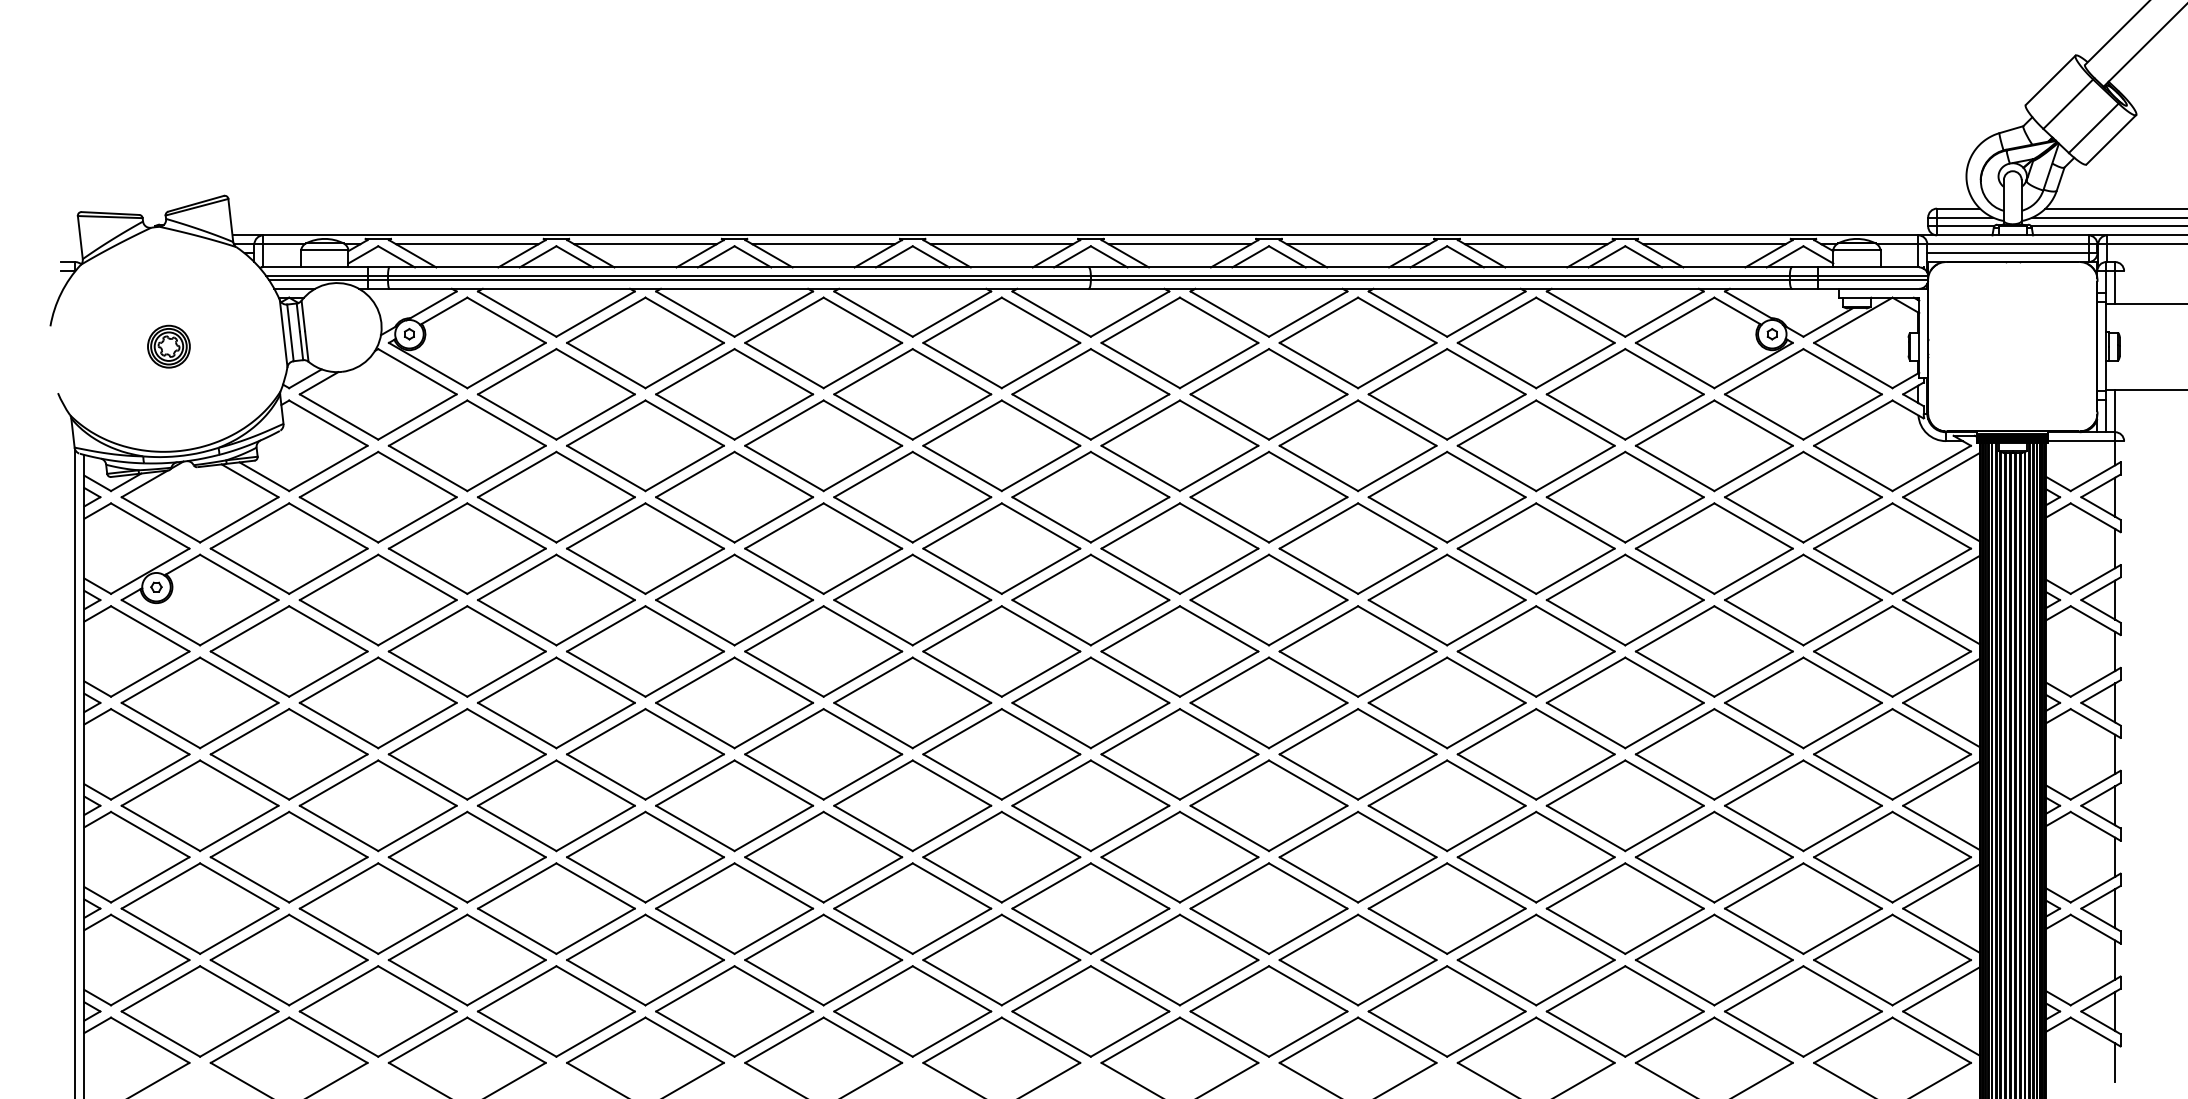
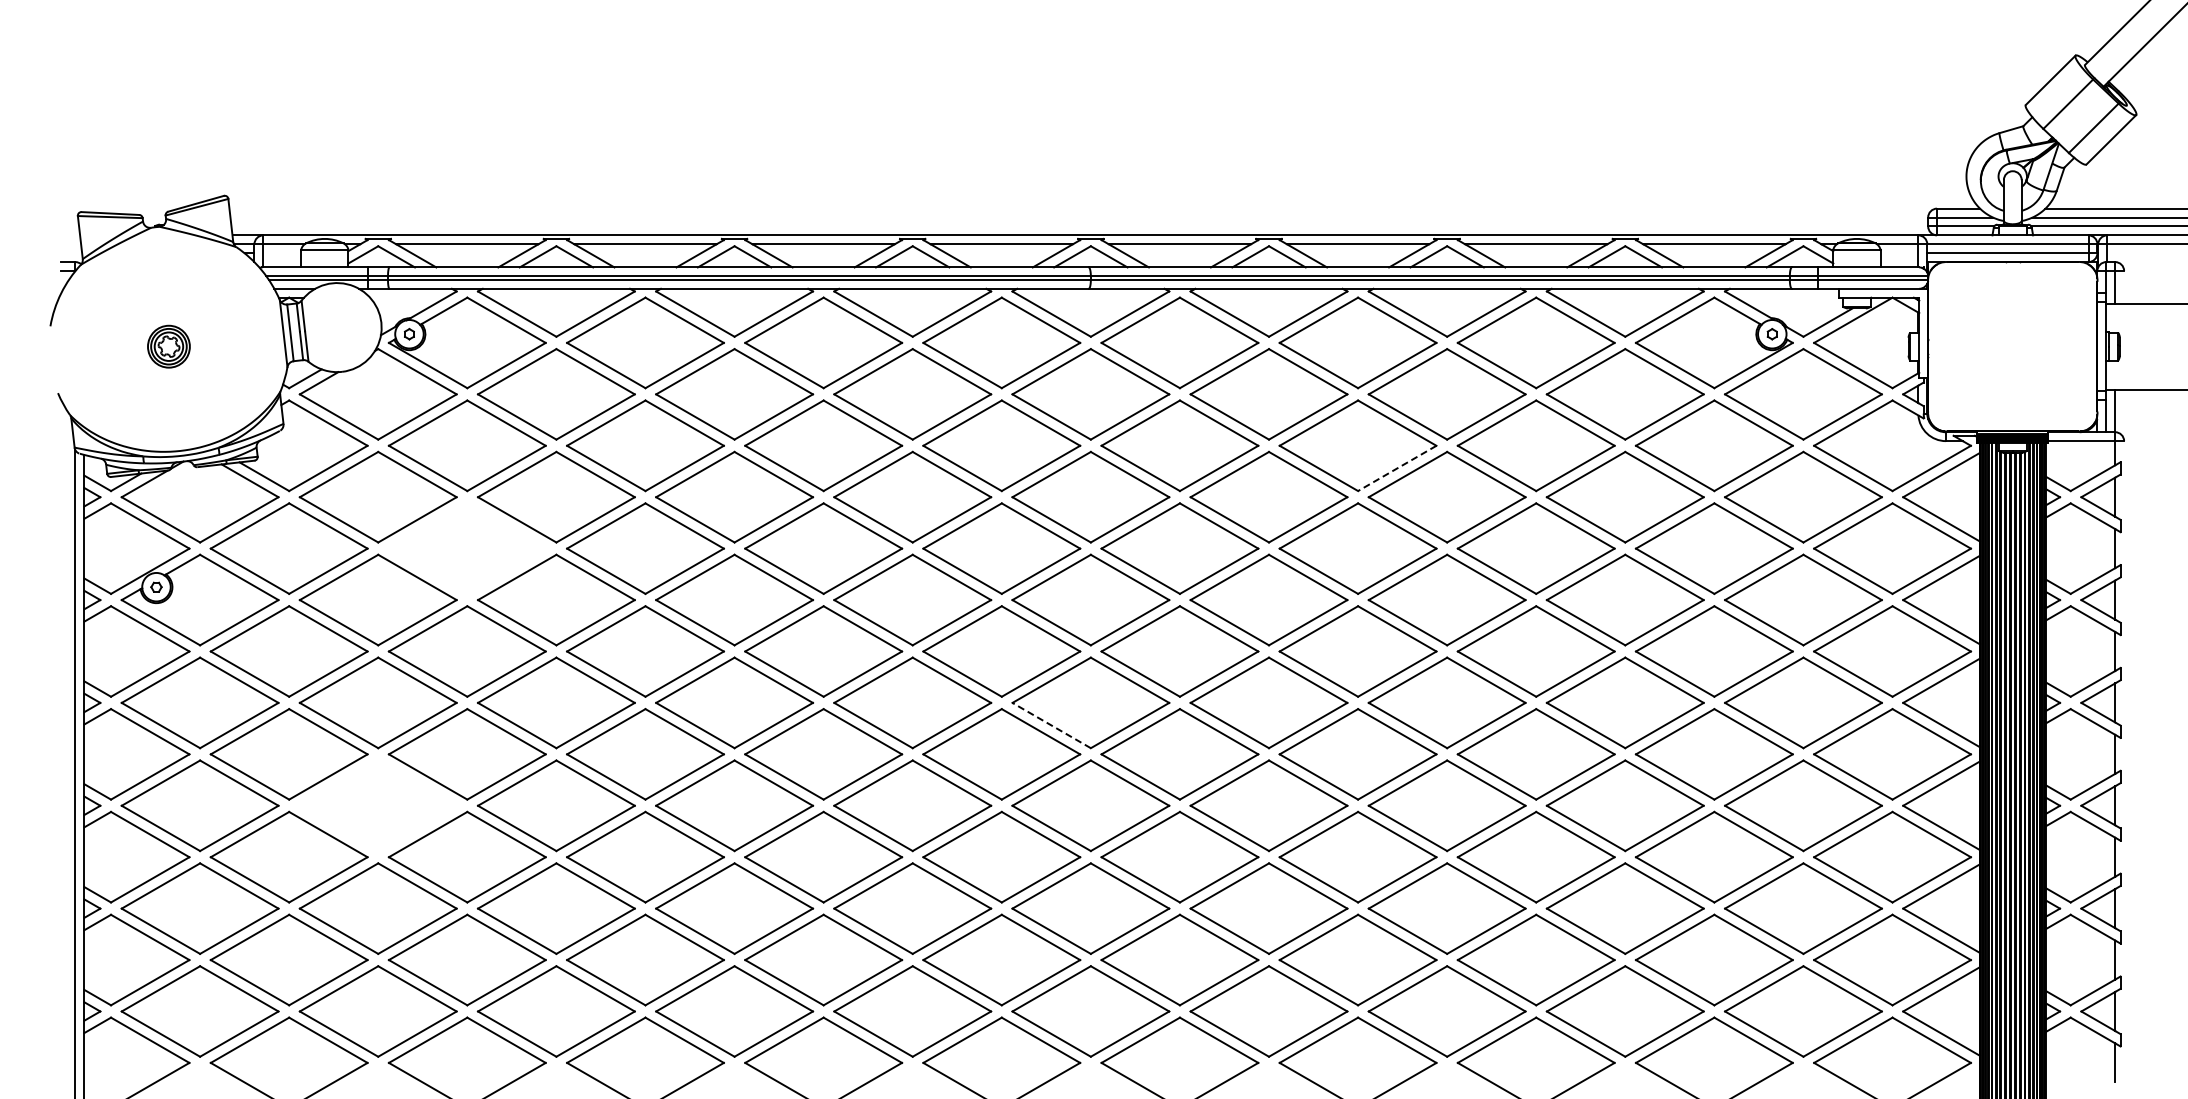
line at (1396, 468): solid -> dashed
part at (466, 548): present -> none
line at (1051, 725): solid -> dashed
part at (377, 805): present -> none
